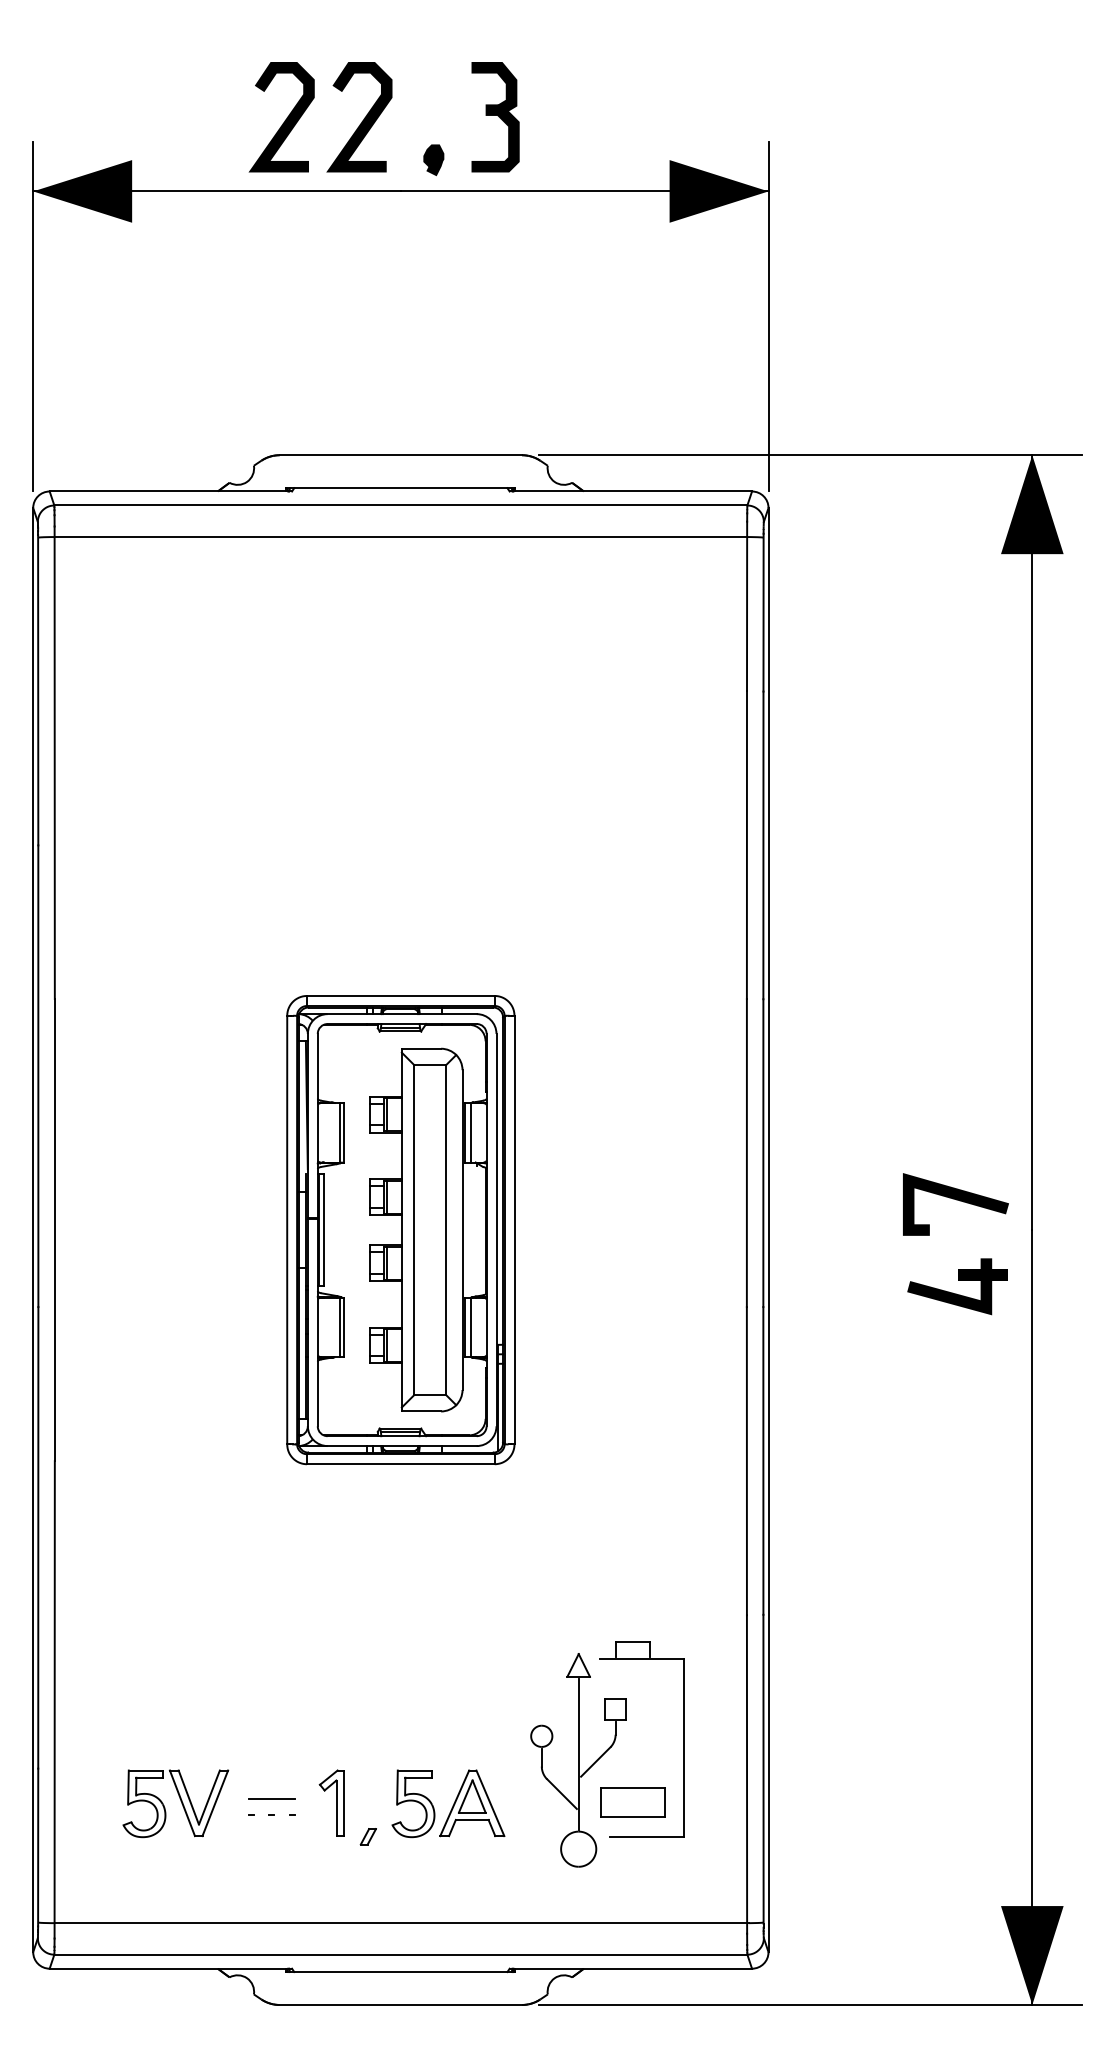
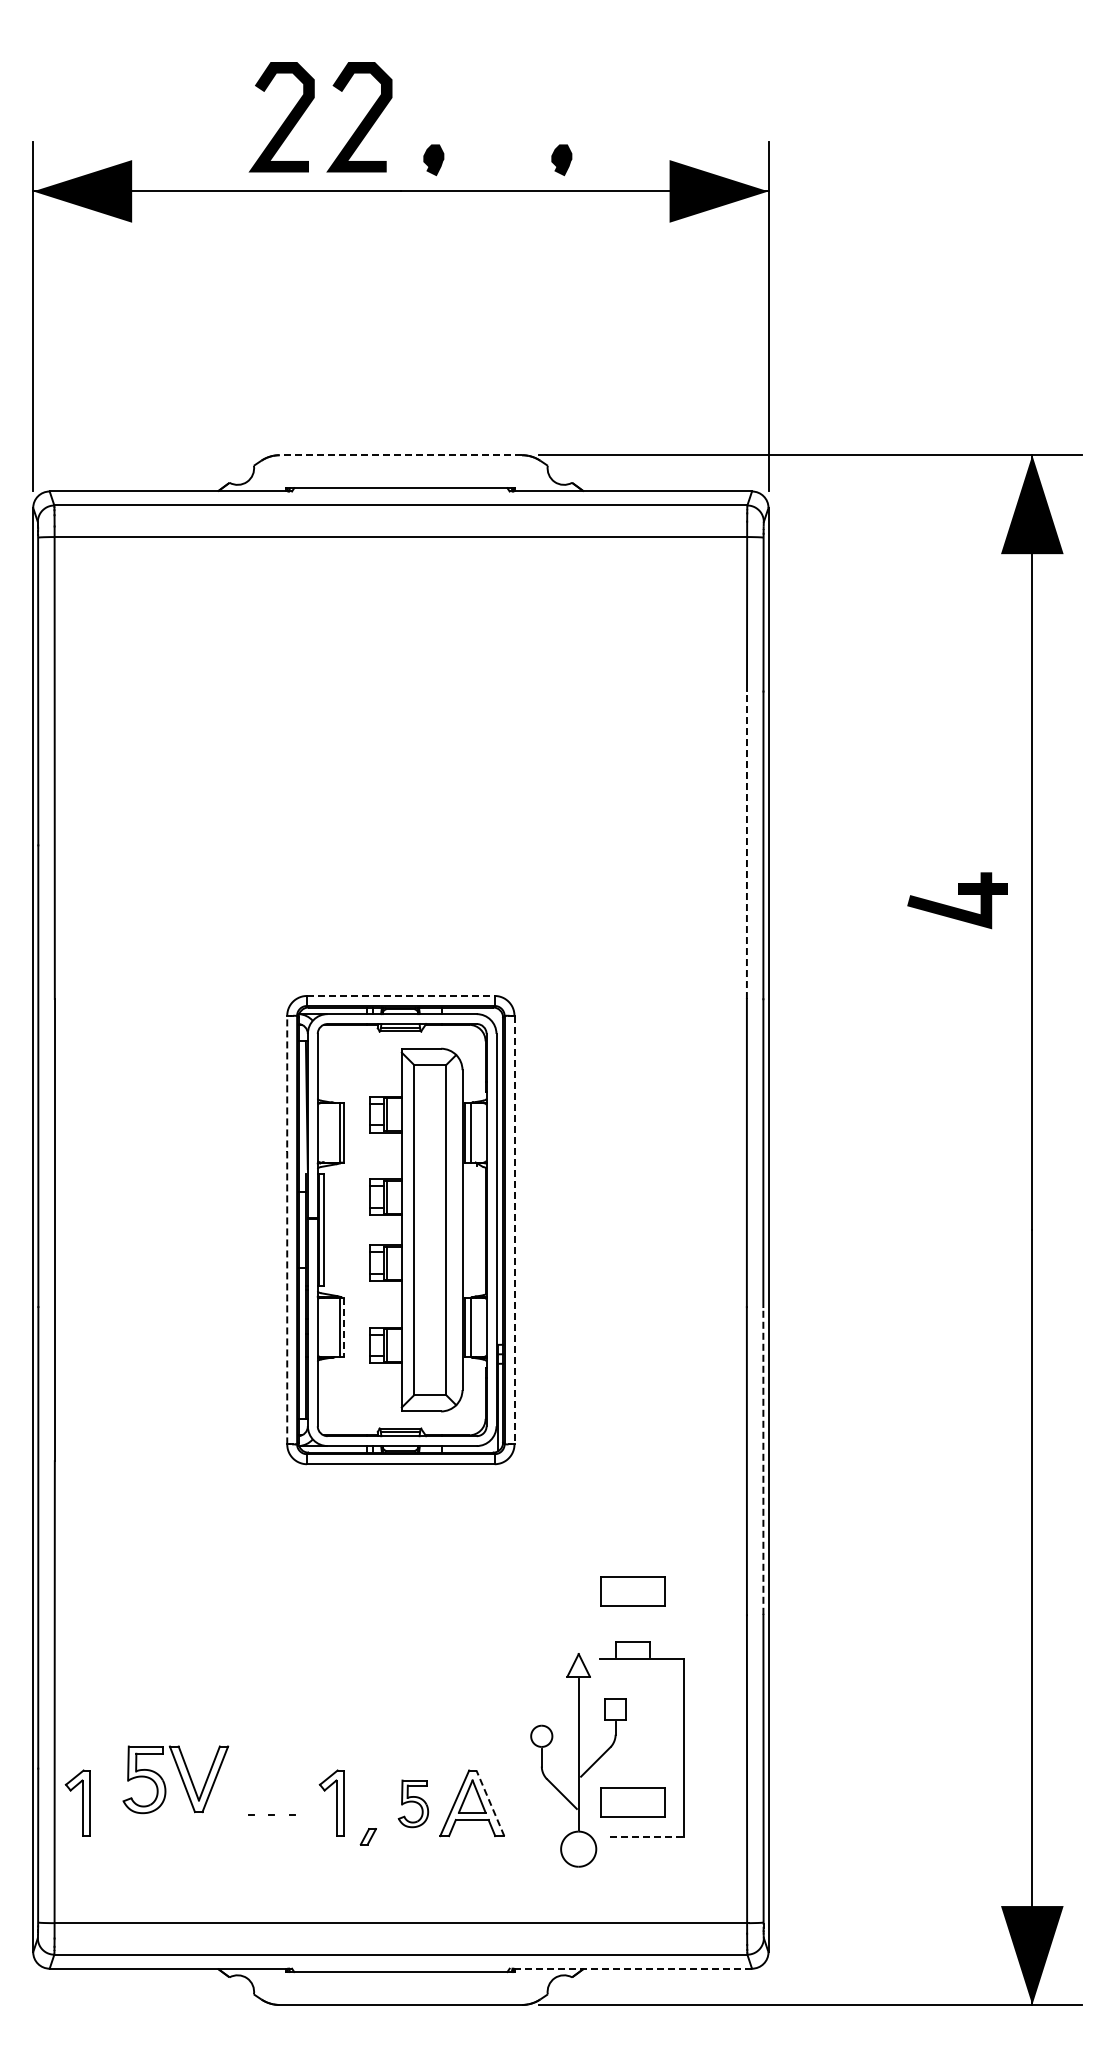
part at (495, 117): present -> none
part at (561, 160): none -> present
line at (400, 455): solid -> dashed
line at (746, 844): solid -> dashed
line at (400, 995): solid -> dashed
line at (956, 1200): present -> none
line at (287, 1229): solid -> dashed
line at (514, 1230): solid -> dashed
part at (958, 1280) position: (958, 1280) -> (958, 894)
line at (344, 1327): solid -> dashed
line at (763, 1460): solid -> dashed
part at (632, 1591): none -> present
line at (271, 1798): present -> none
part at (77, 1802): none -> present
part at (175, 1803) position: (175, 1803) -> (175, 1779)
part at (413, 1803) size: 45x70 px -> 33x50 px
line at (490, 1803): solid -> dashed
line at (647, 1836): solid -> dashed
line at (630, 1968): solid -> dashed
